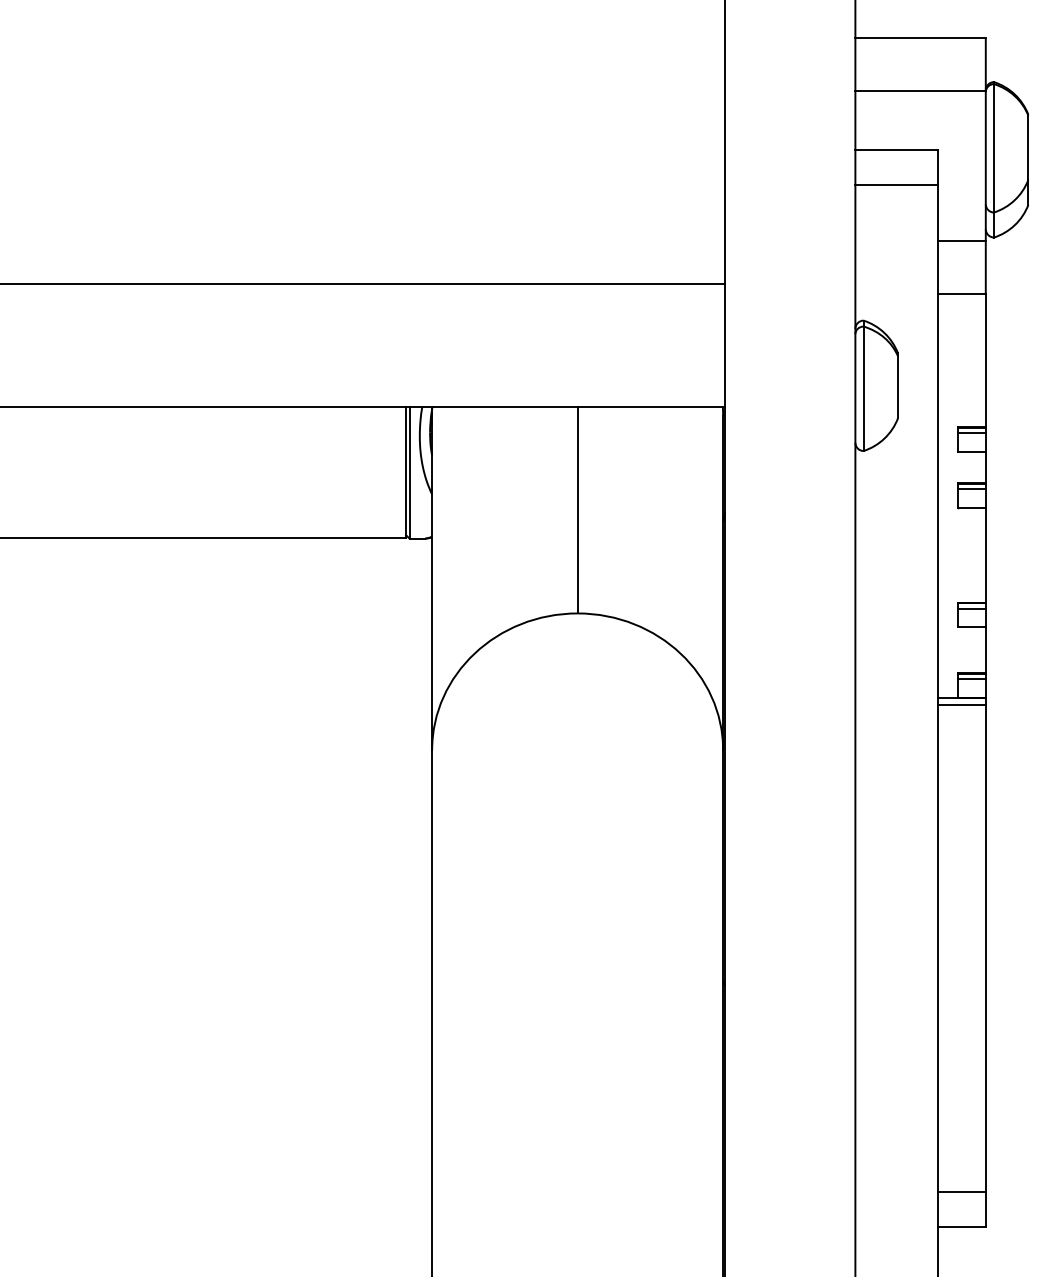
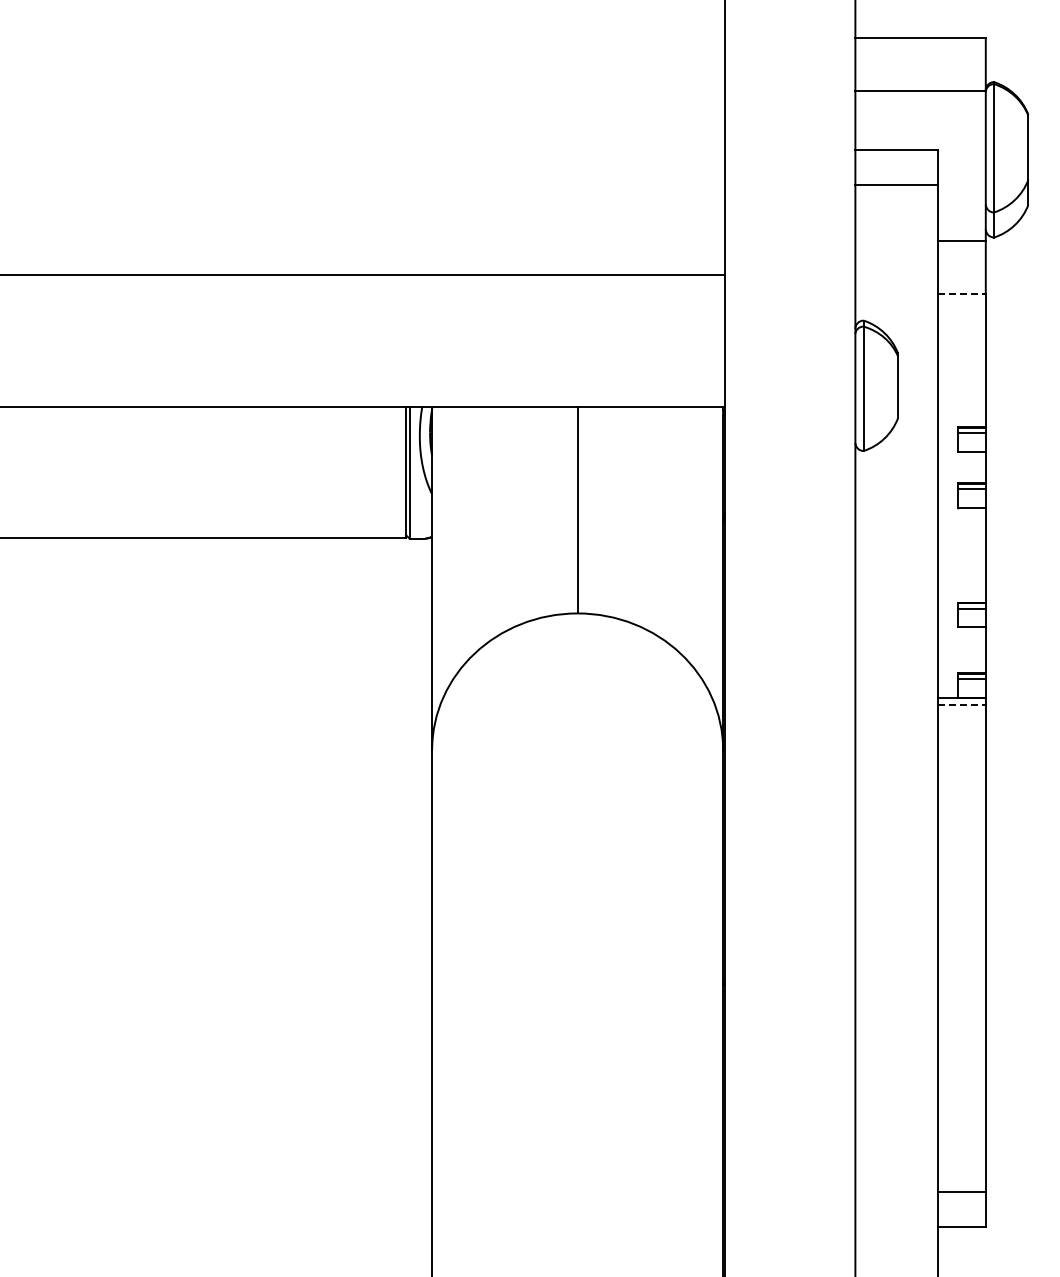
line at (363, 284) position: (363, 284) -> (363, 275)
line at (962, 294): solid -> dashed
line at (962, 704): solid -> dashed
